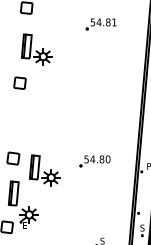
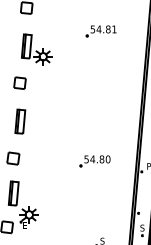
part at (100, 24) position: (100, 24) -> (100, 31)
part at (20, 121): none -> present
part at (44, 170): present -> none
